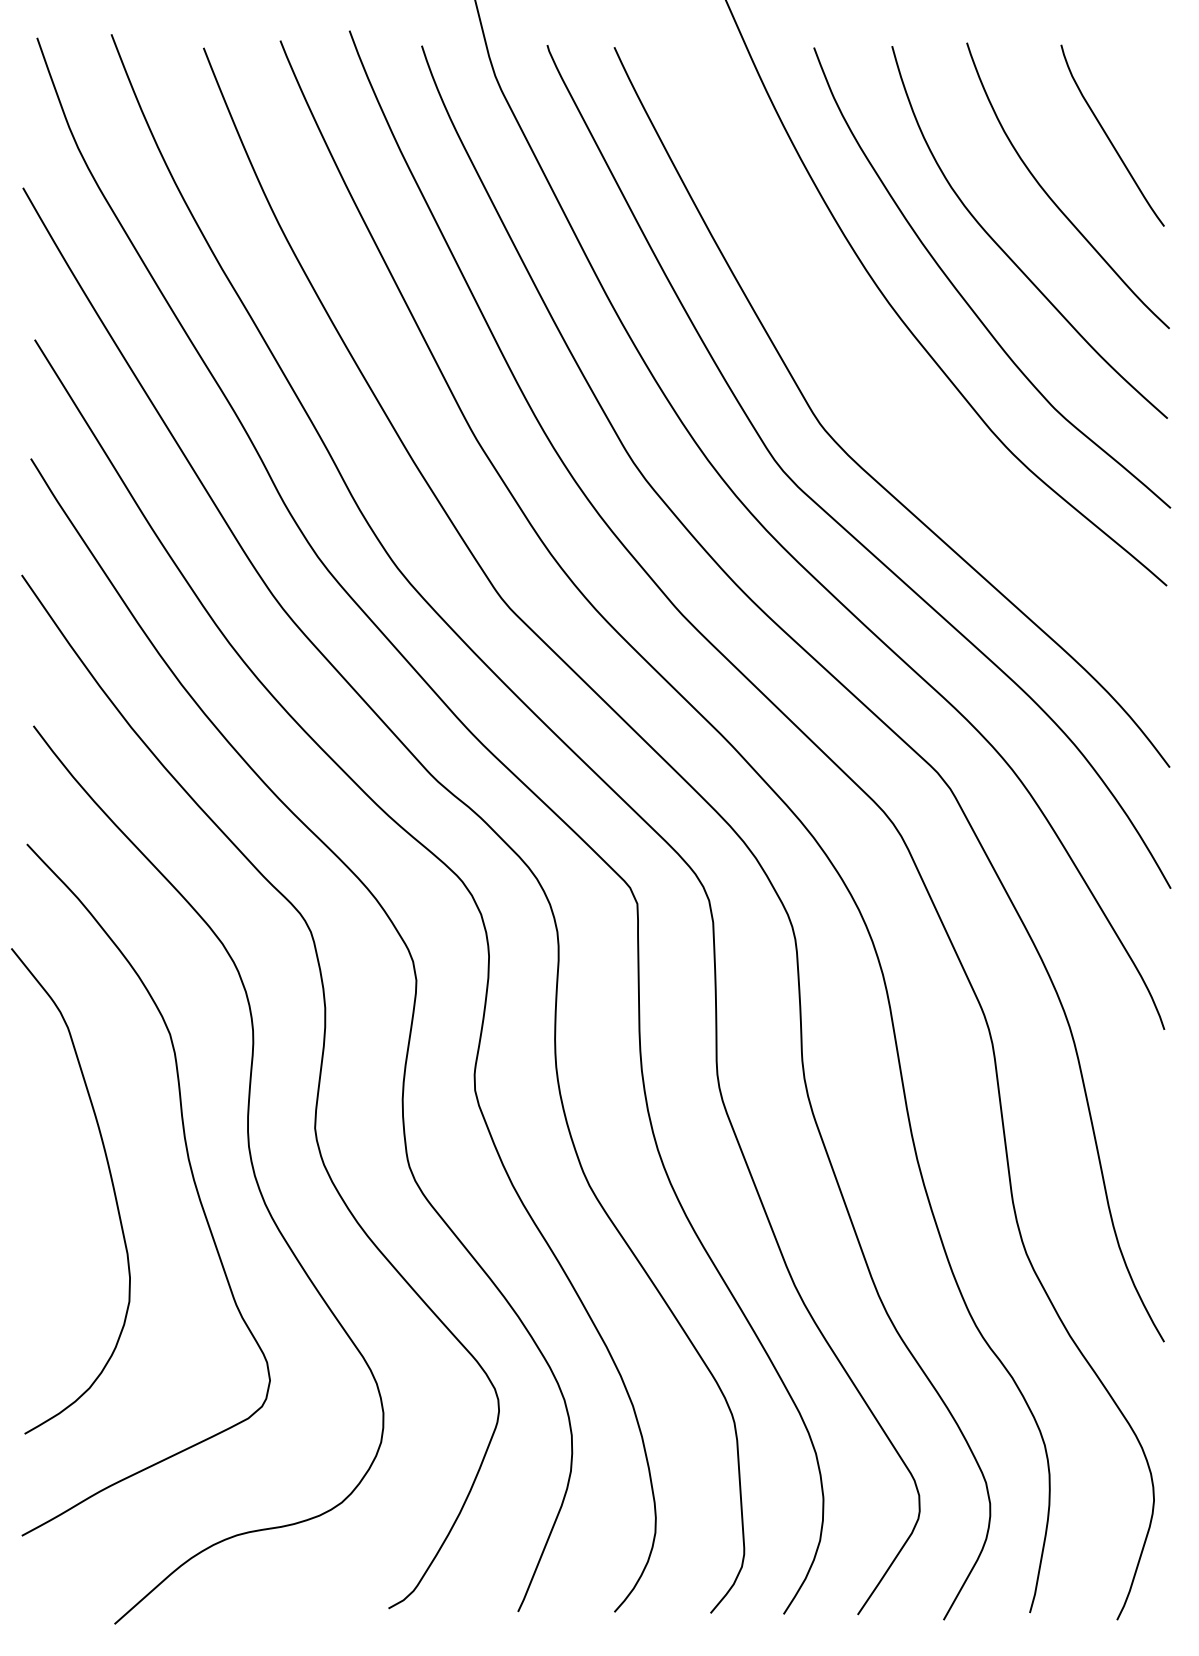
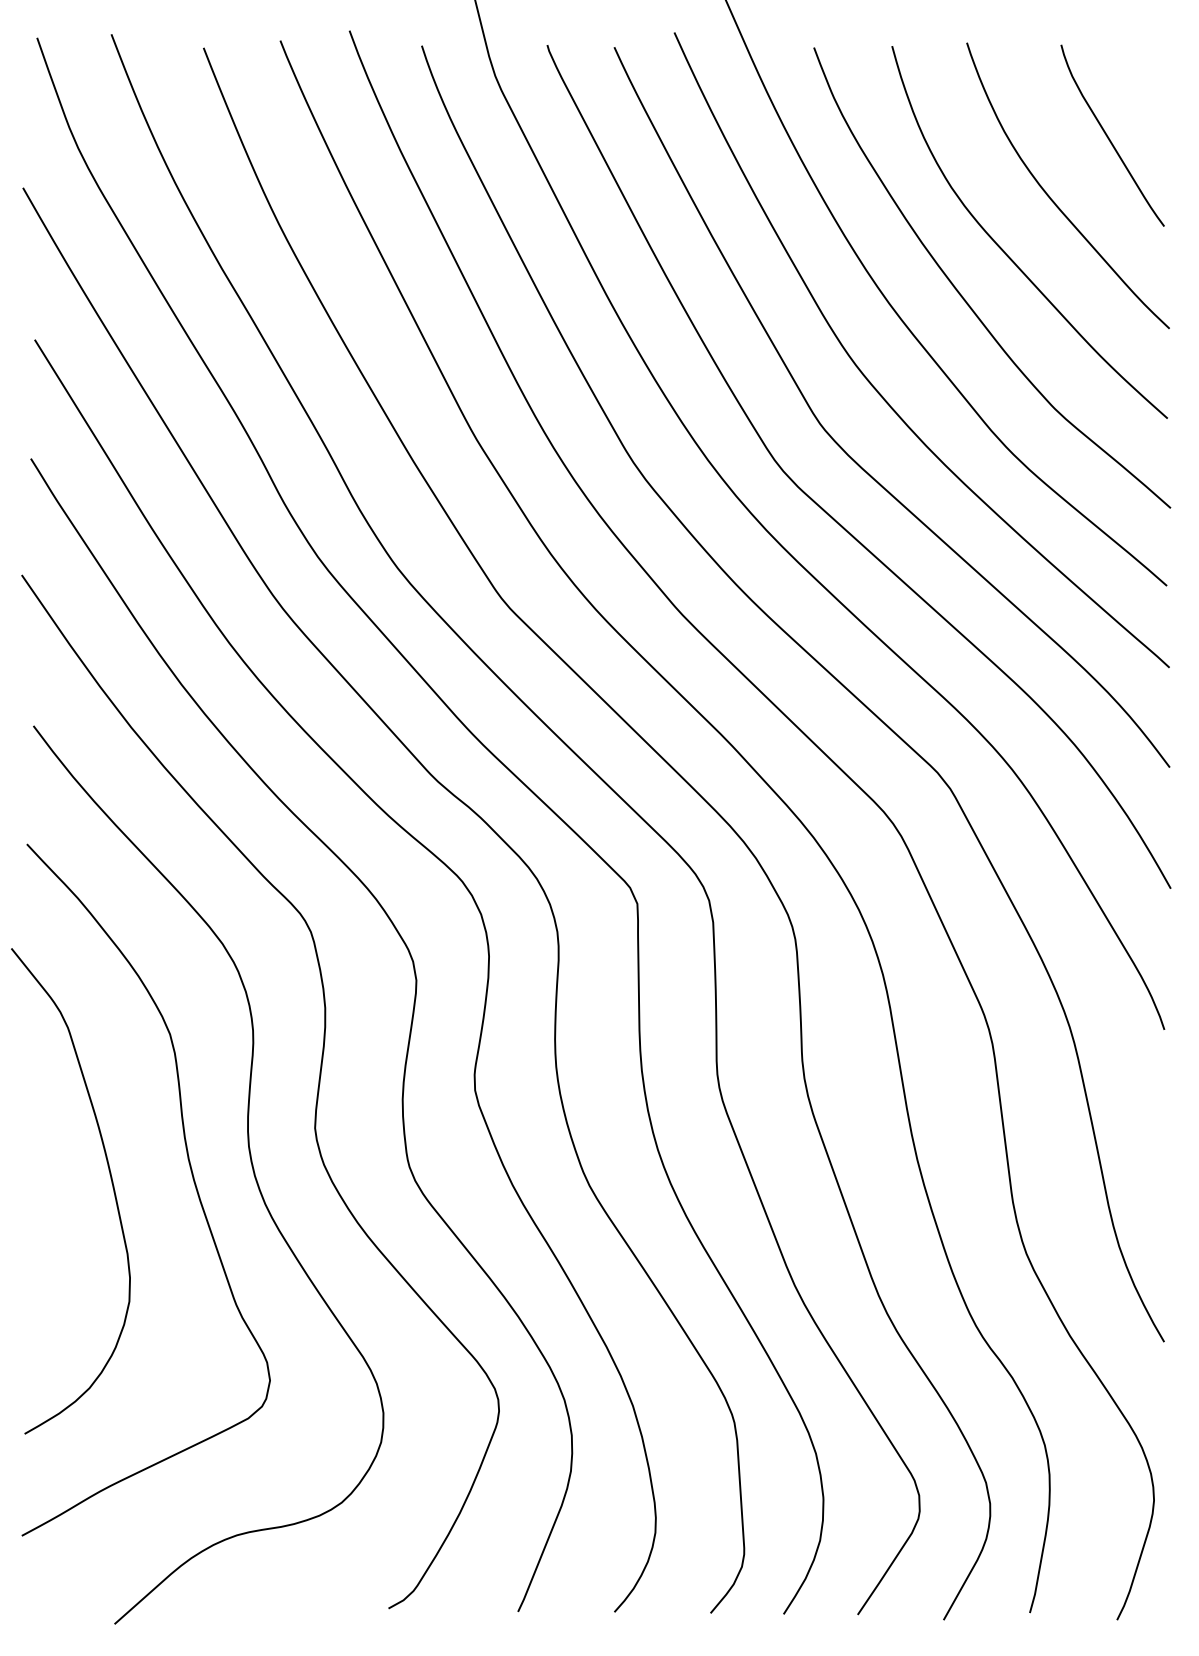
curve at (877, 389): none -> present
